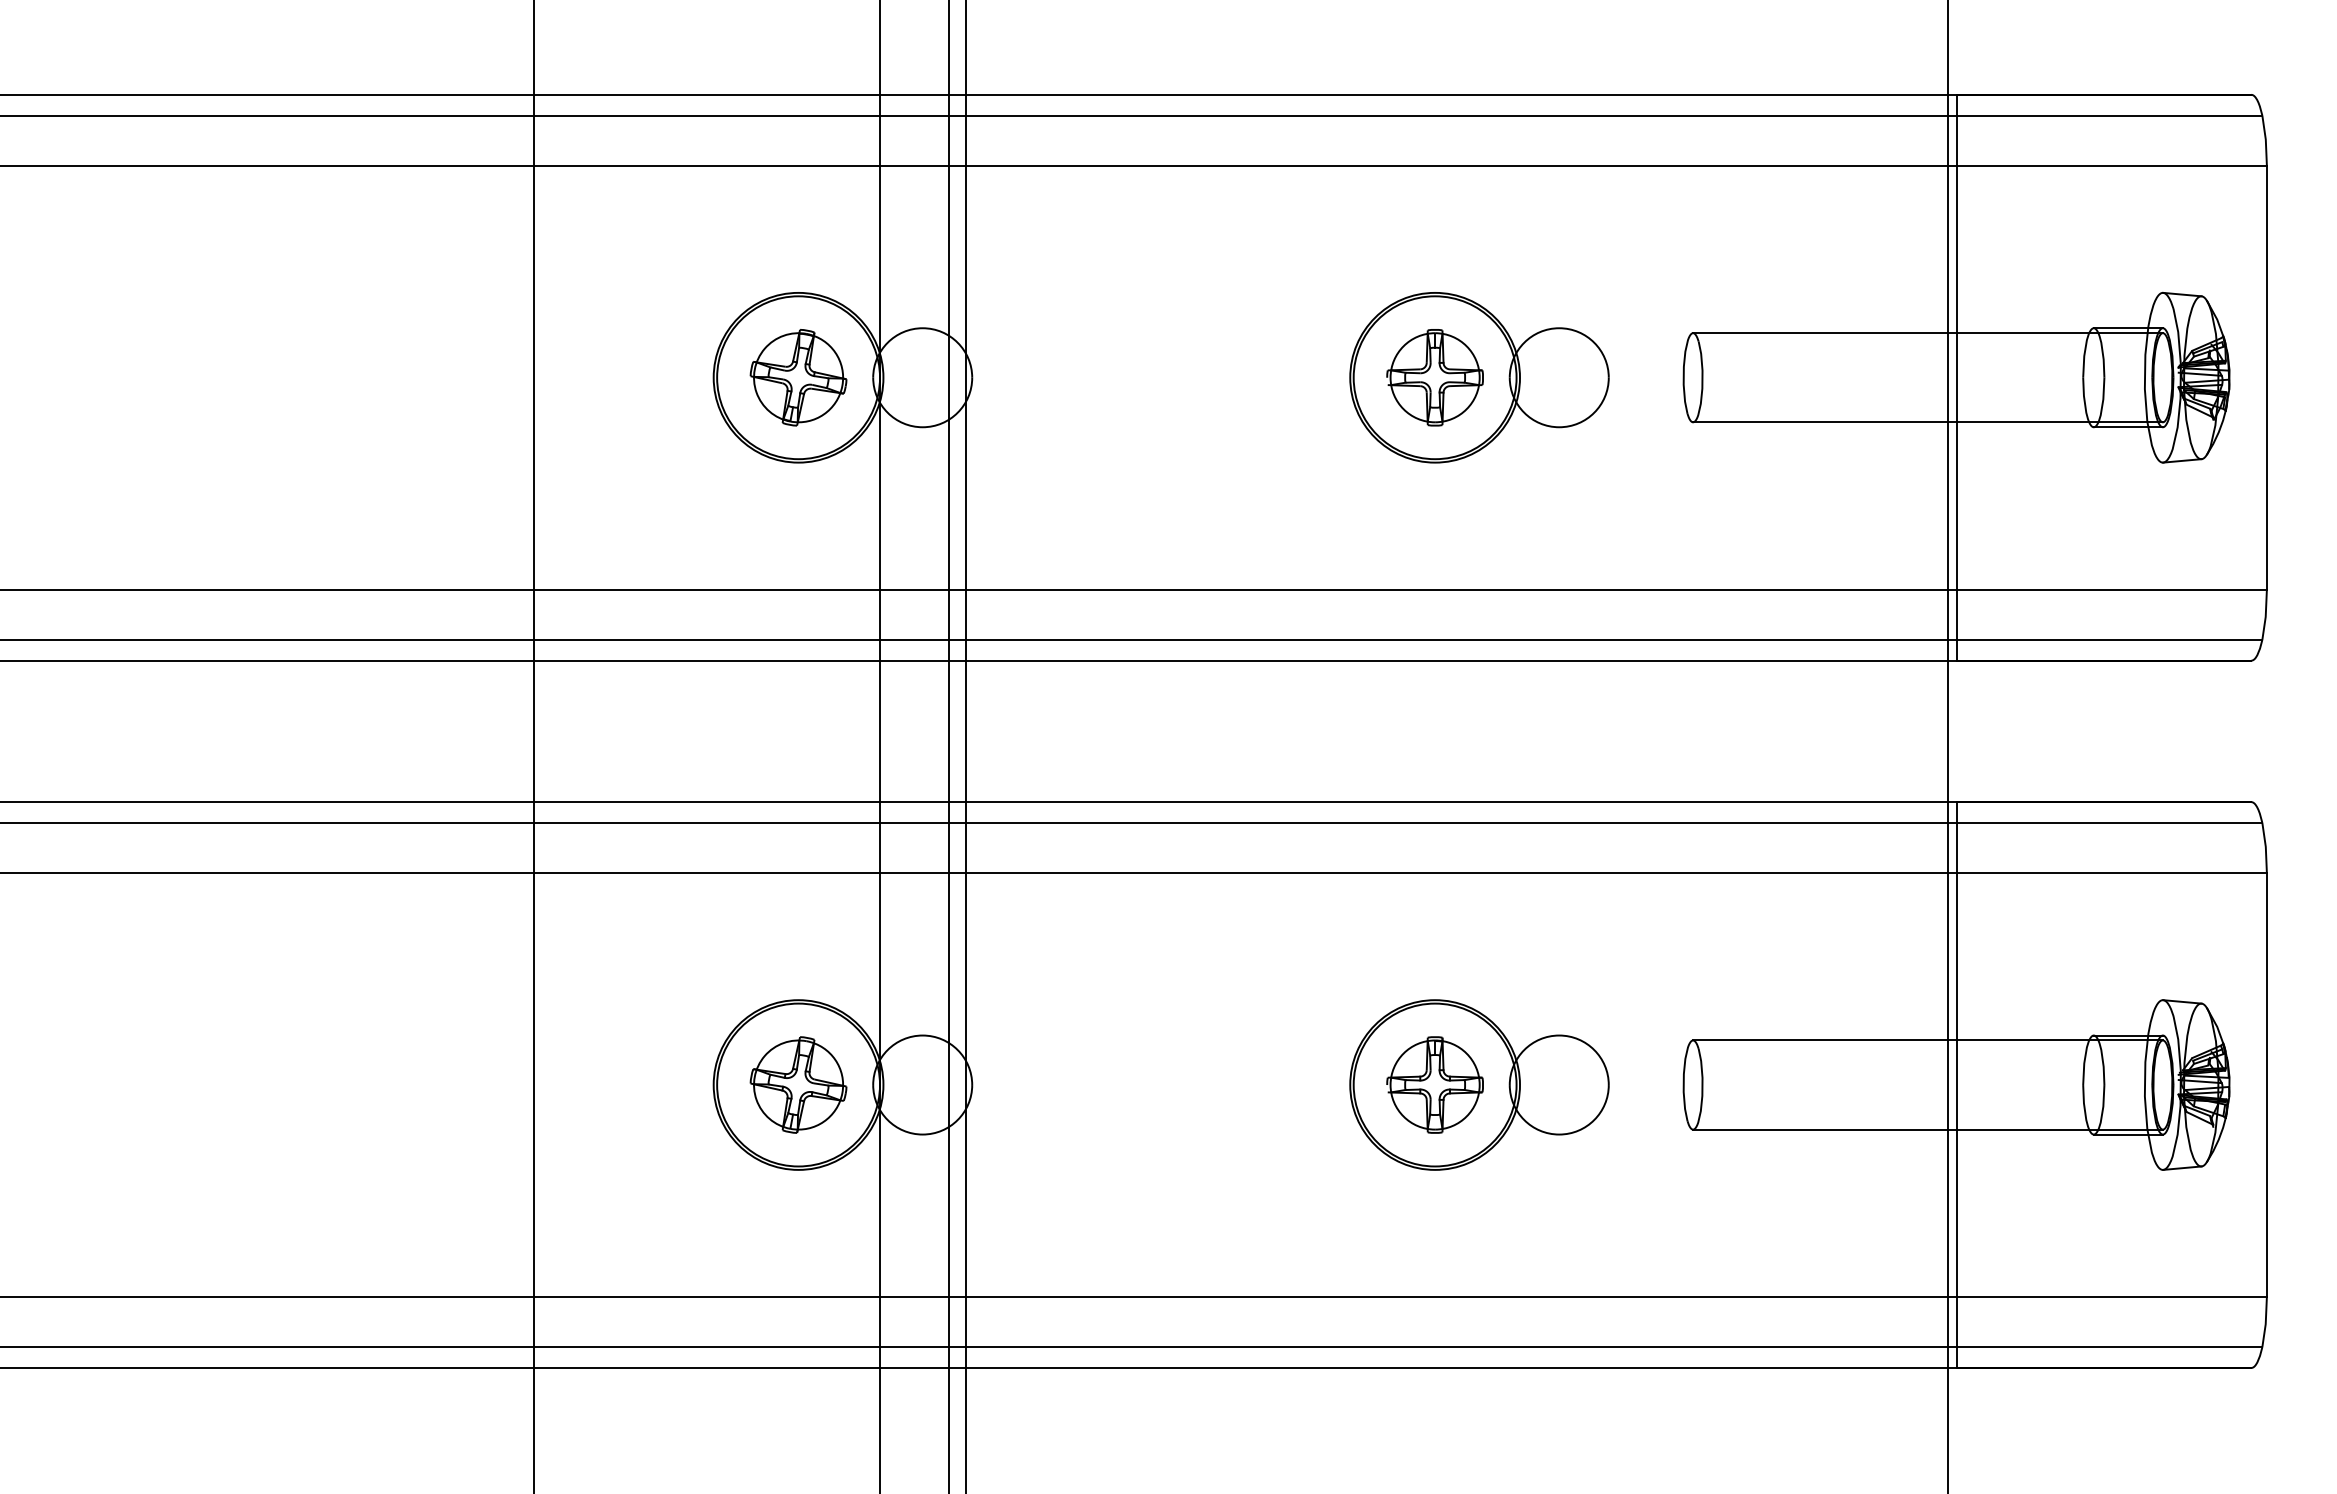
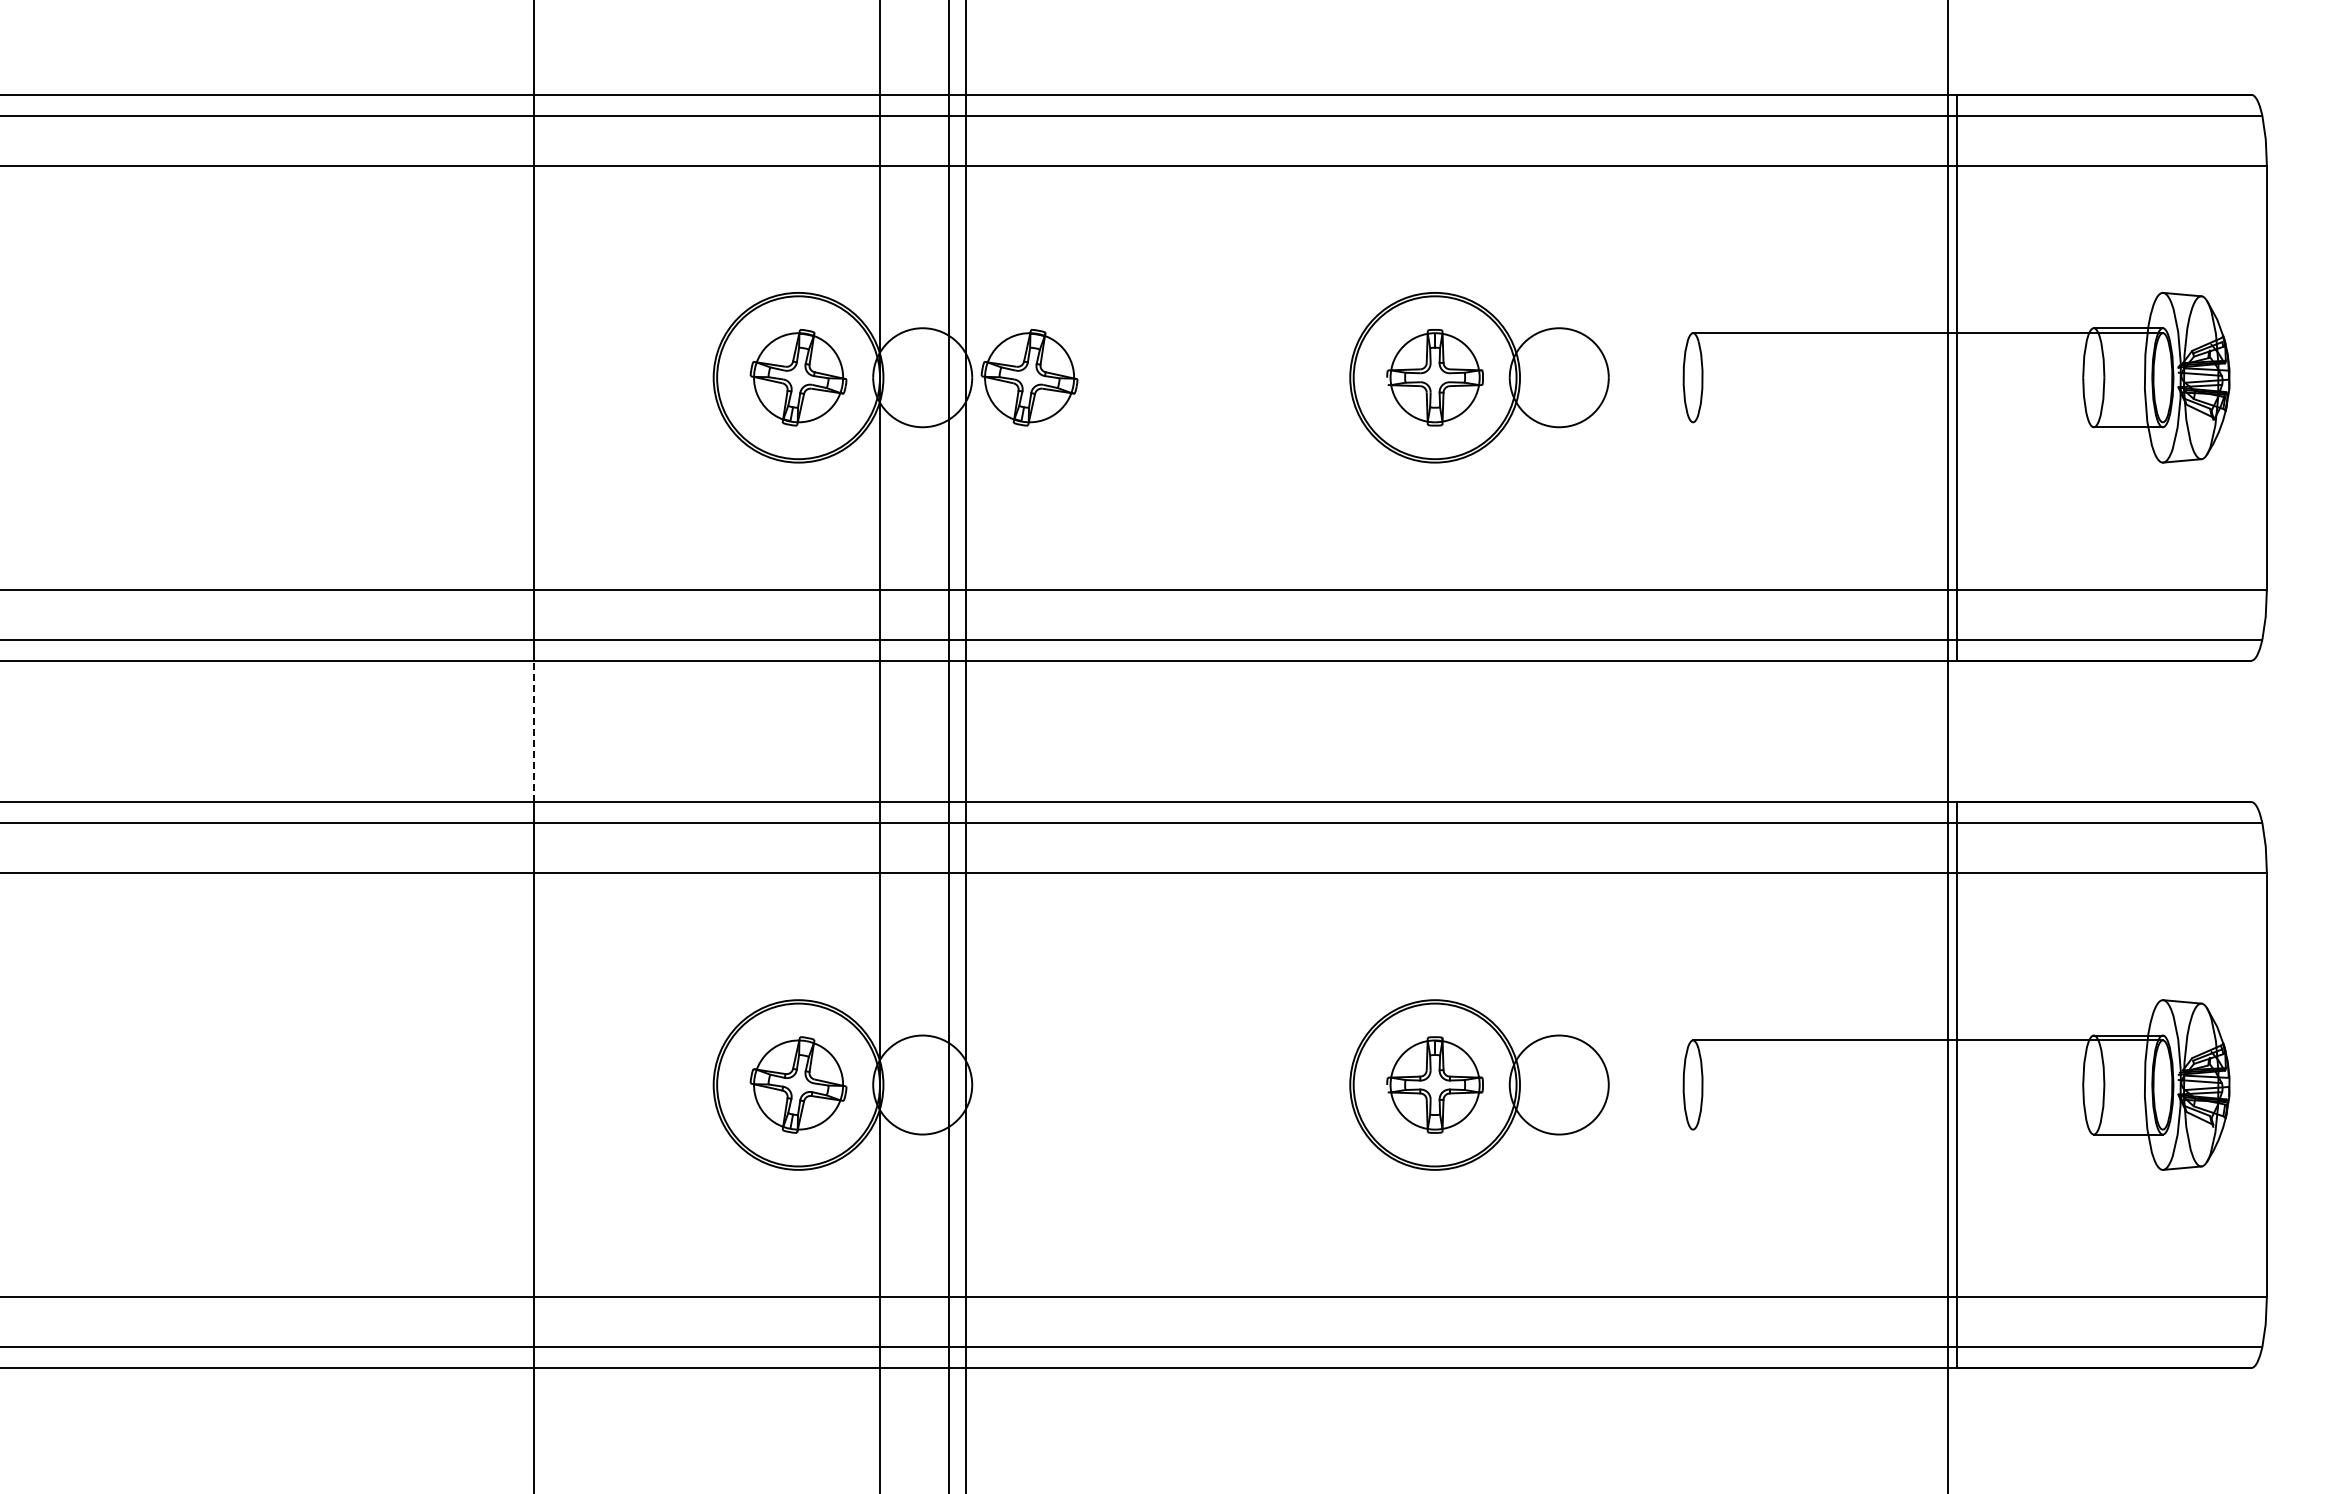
part at (1029, 377): none -> present
line at (1927, 422): present -> none
line at (533, 731): solid -> dashed
line at (1927, 1129): present -> none
